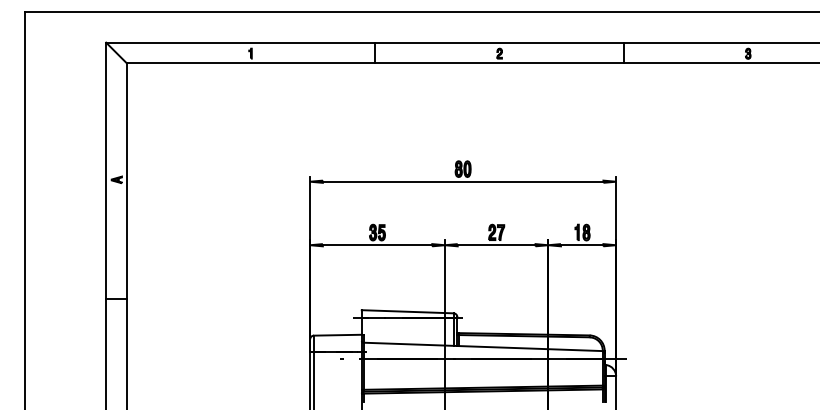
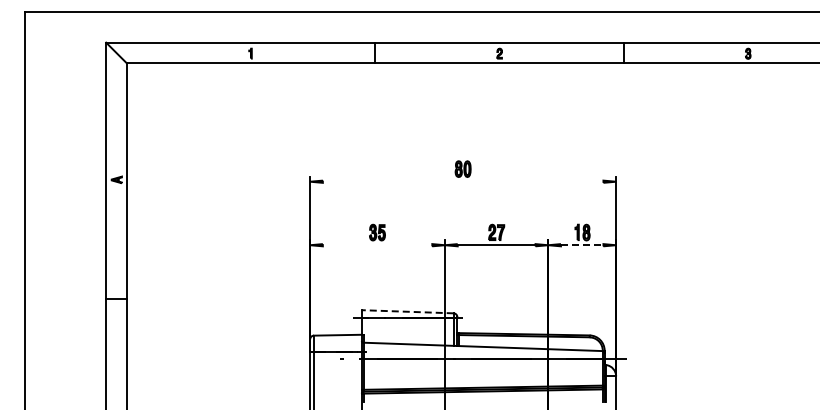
line at (462, 181): present -> none
line at (377, 245): present -> none
line at (582, 245): solid -> dashed
line at (407, 311): solid -> dashed
